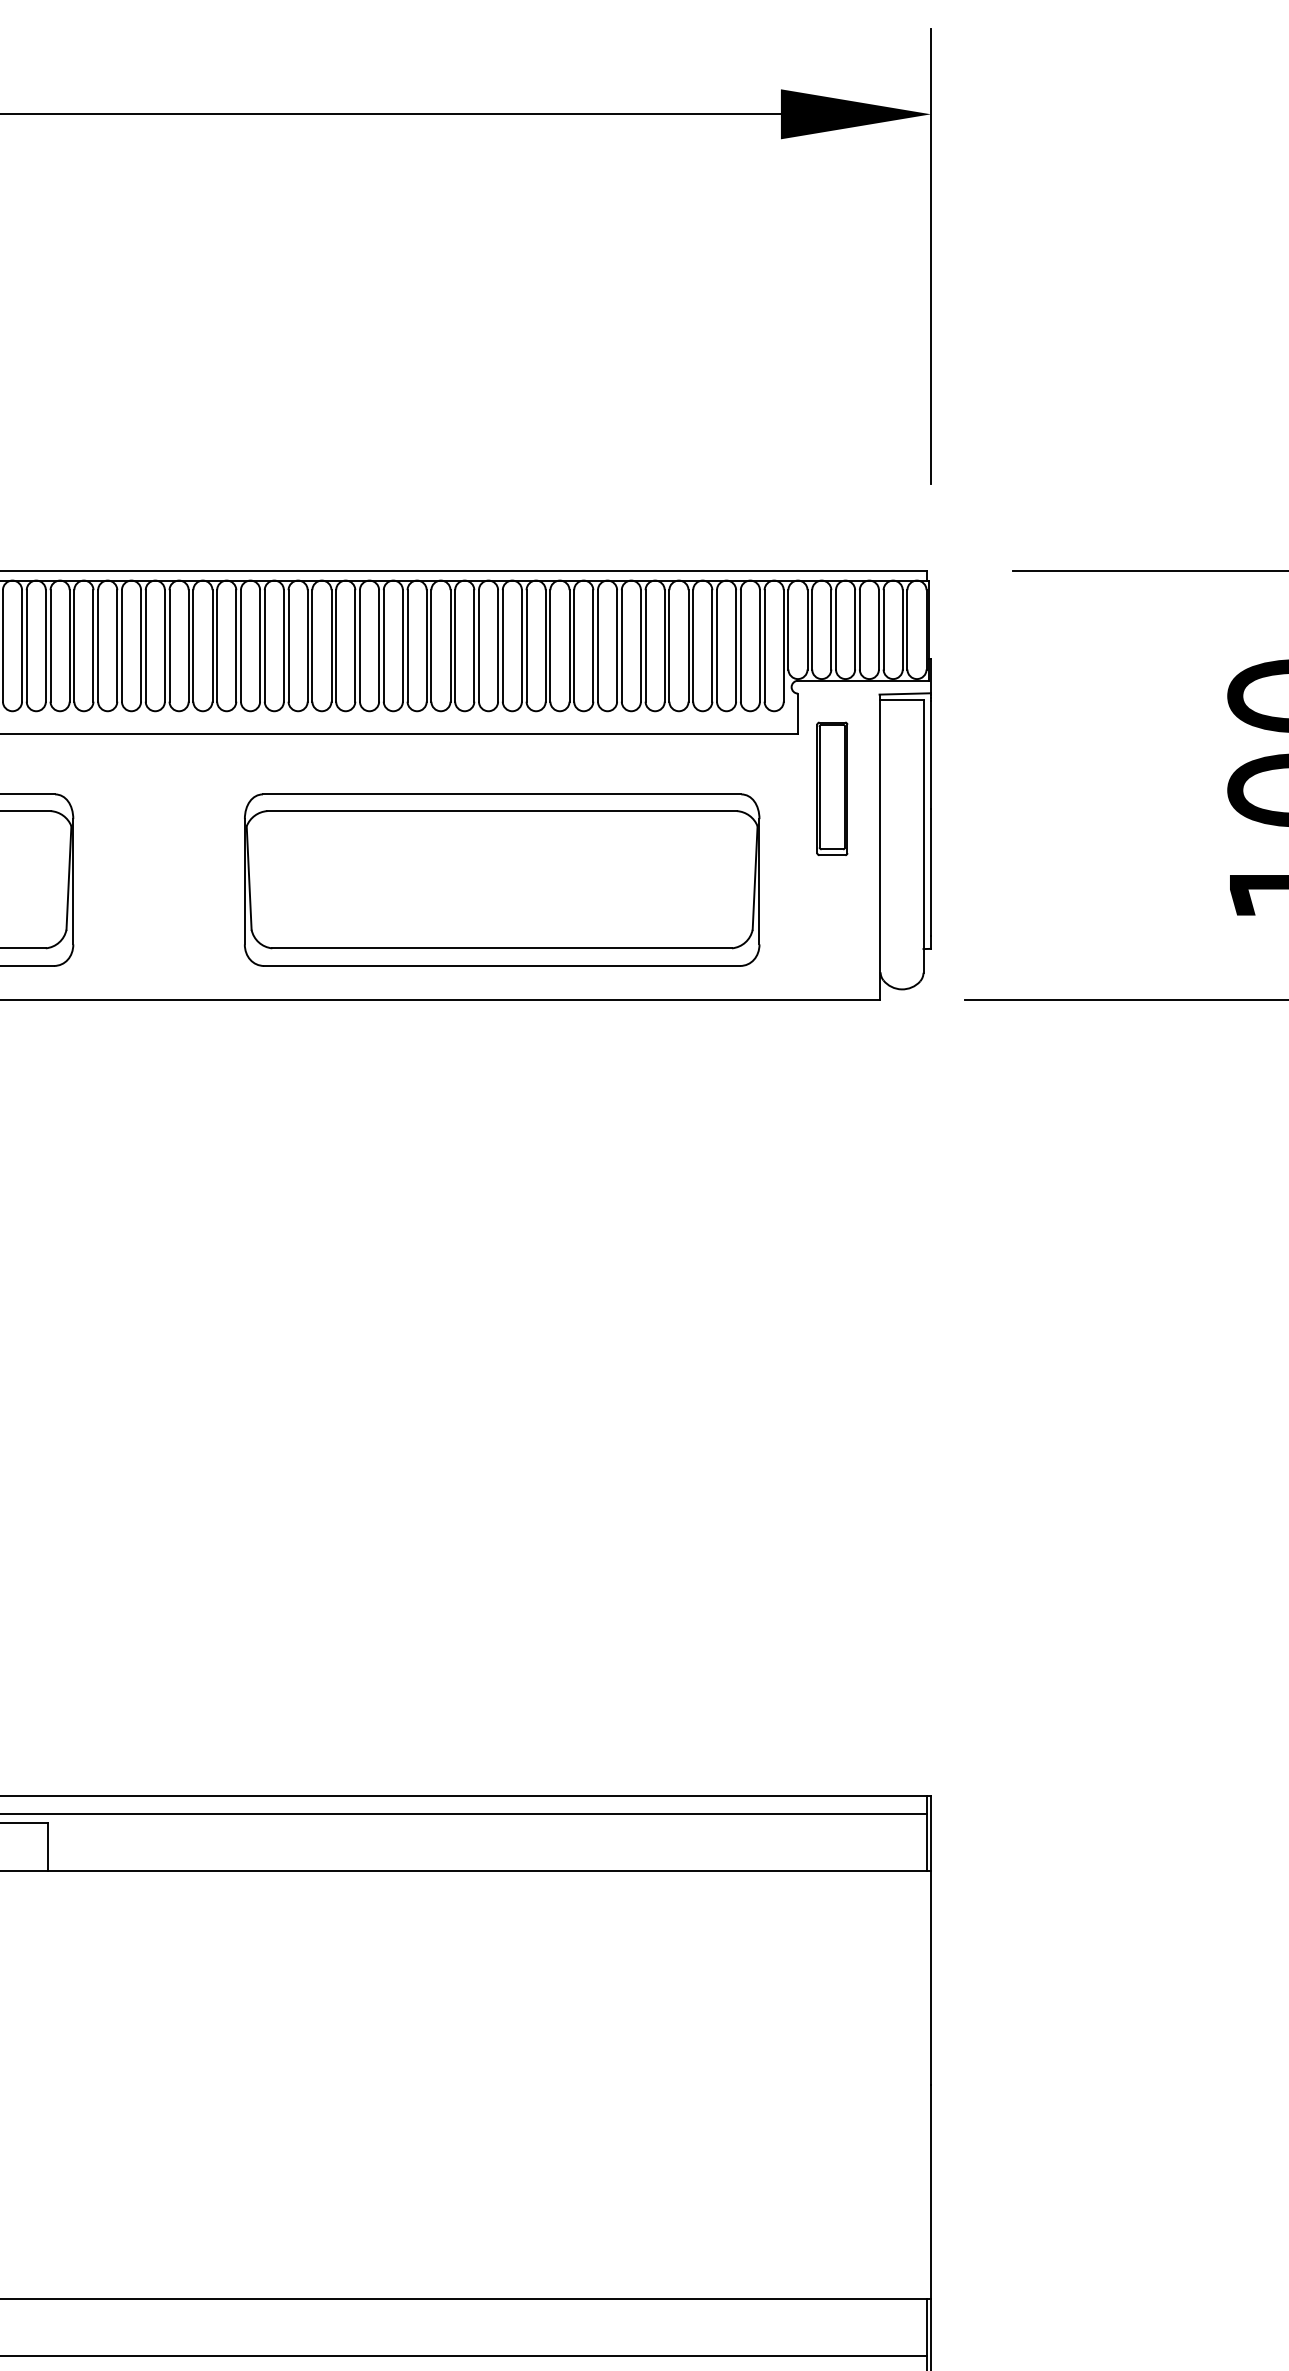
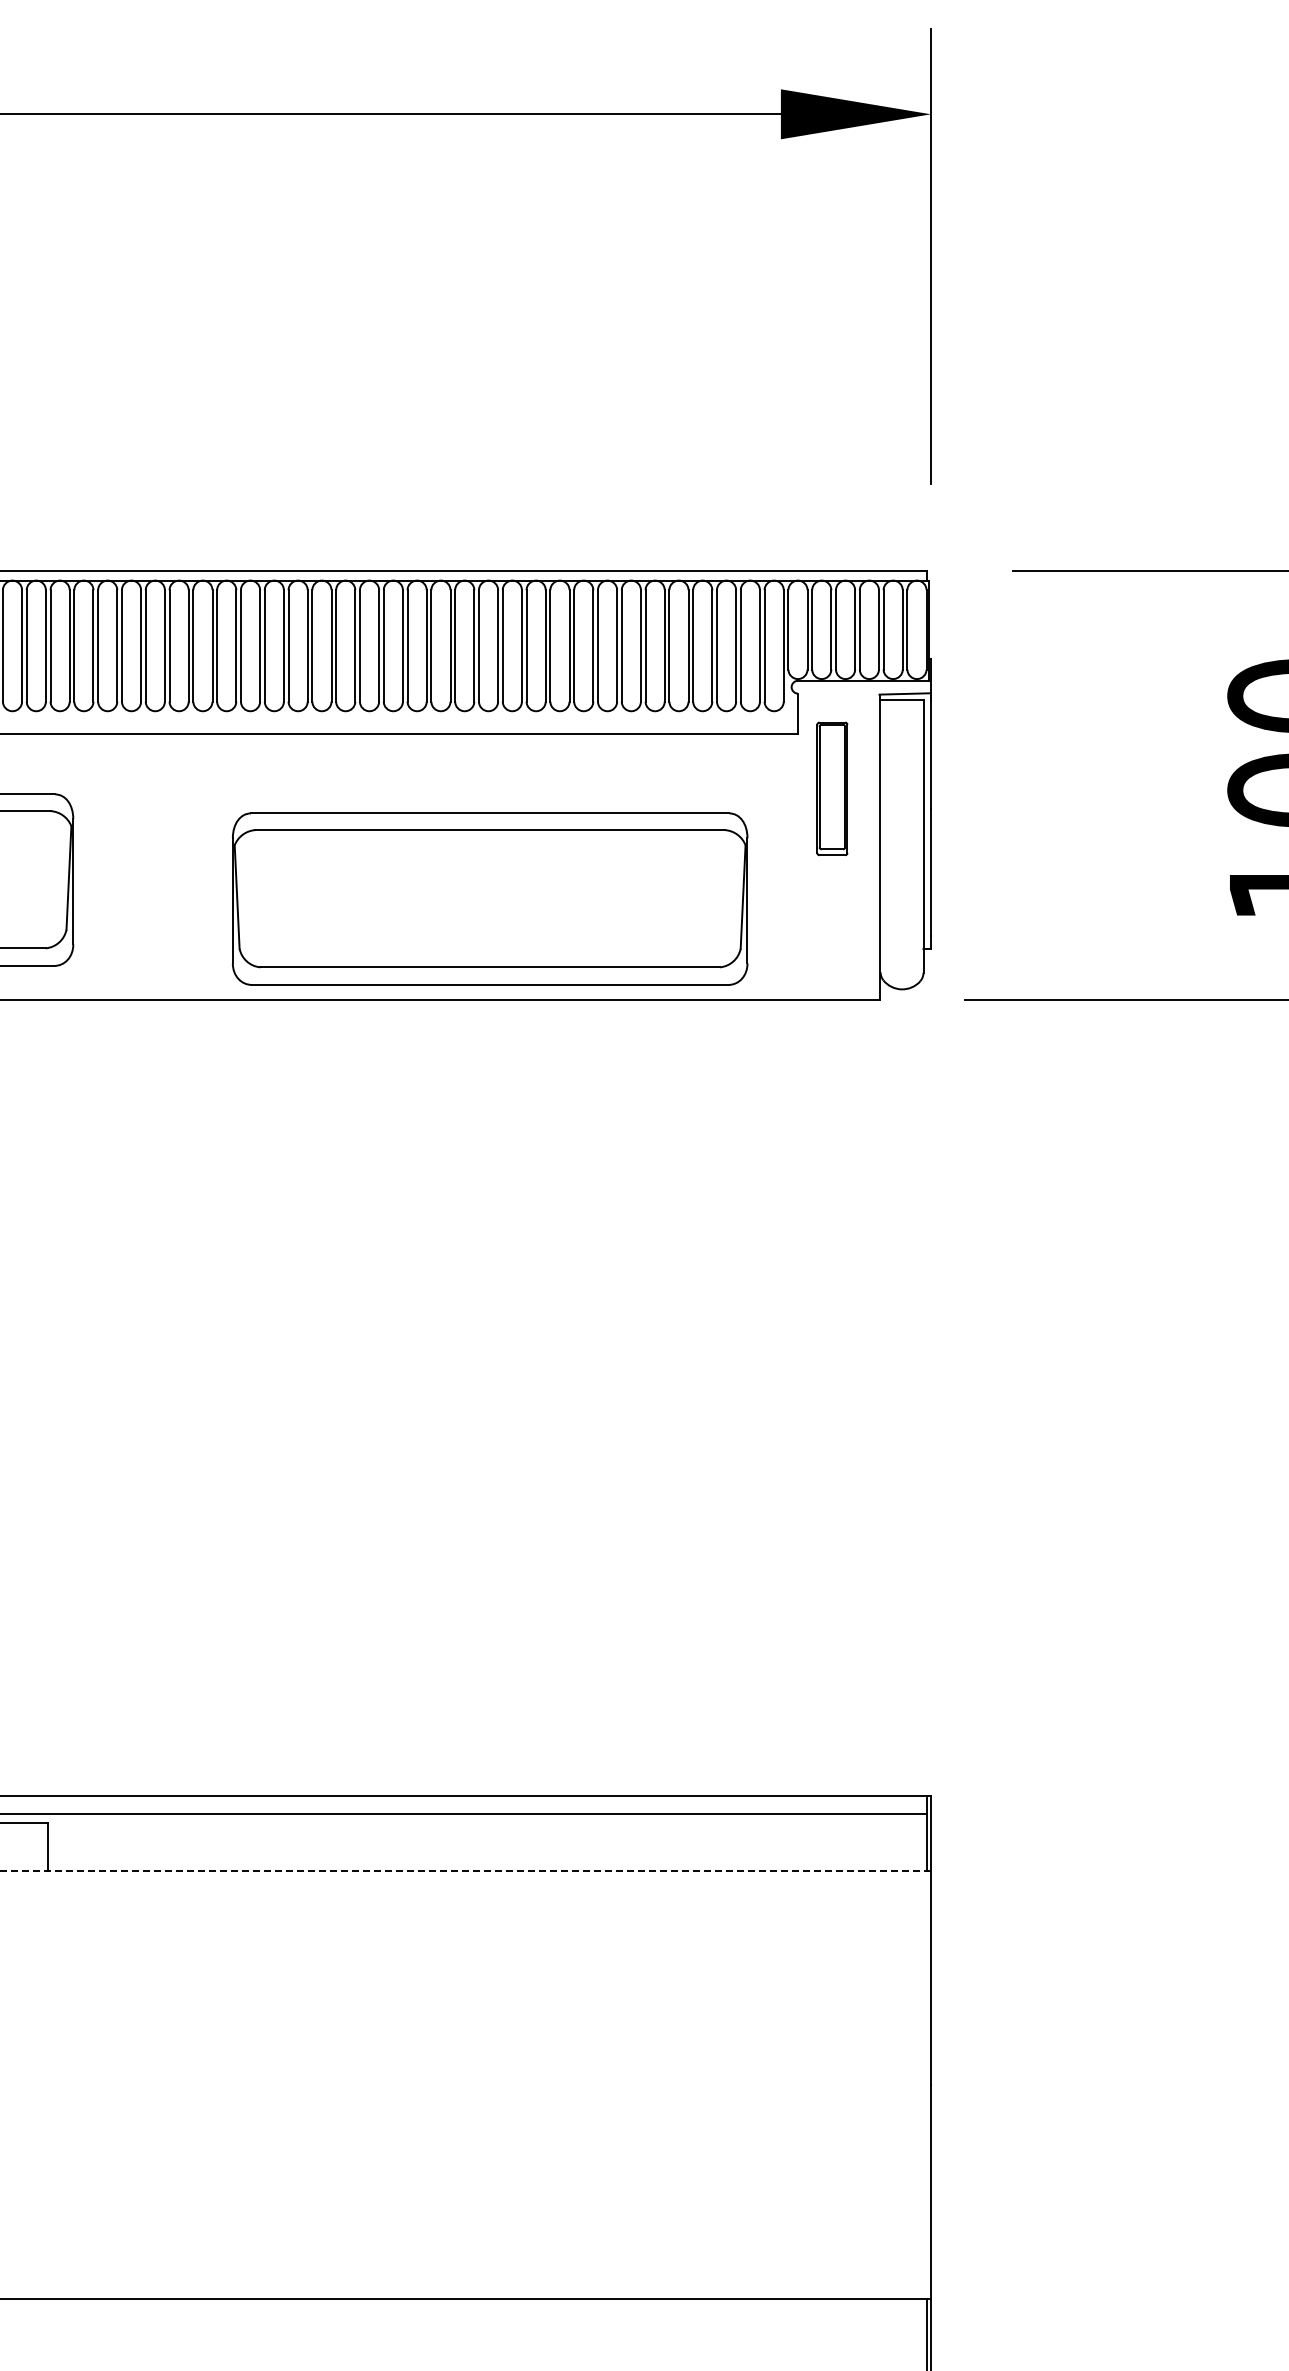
part at (502, 879) position: (502, 879) -> (490, 898)
line at (465, 1870): solid -> dashed
line at (464, 2356): present -> none
